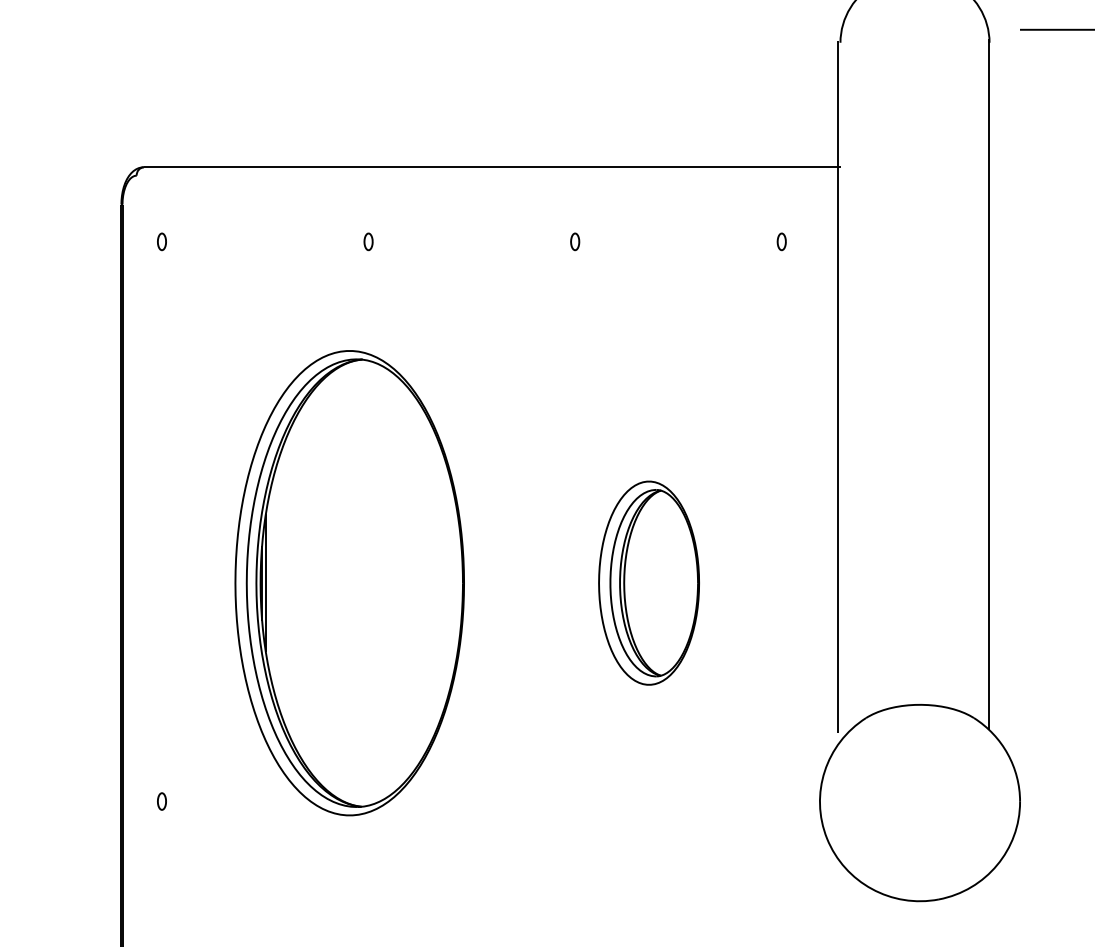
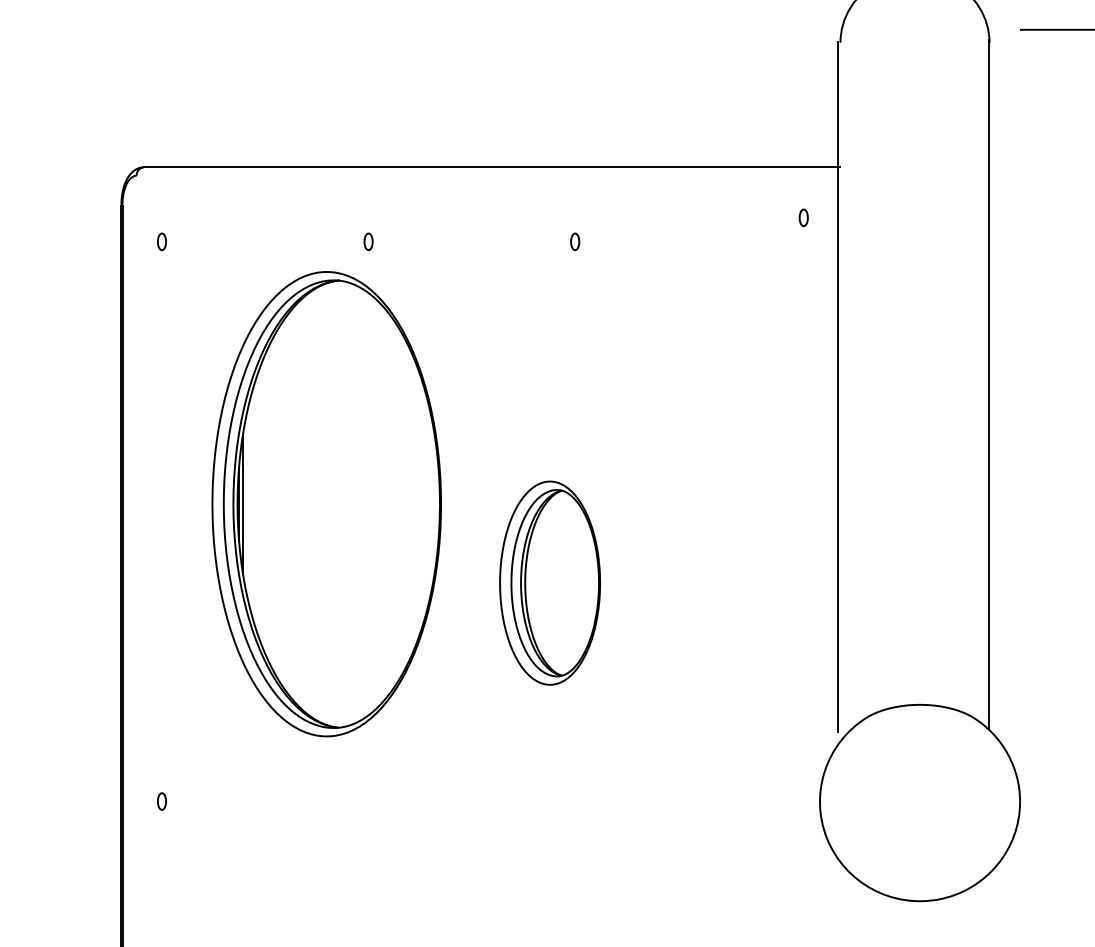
part at (781, 241) position: (781, 241) -> (803, 217)
part at (648, 582) position: (648, 582) -> (549, 582)
part at (349, 583) position: (349, 583) -> (326, 504)
